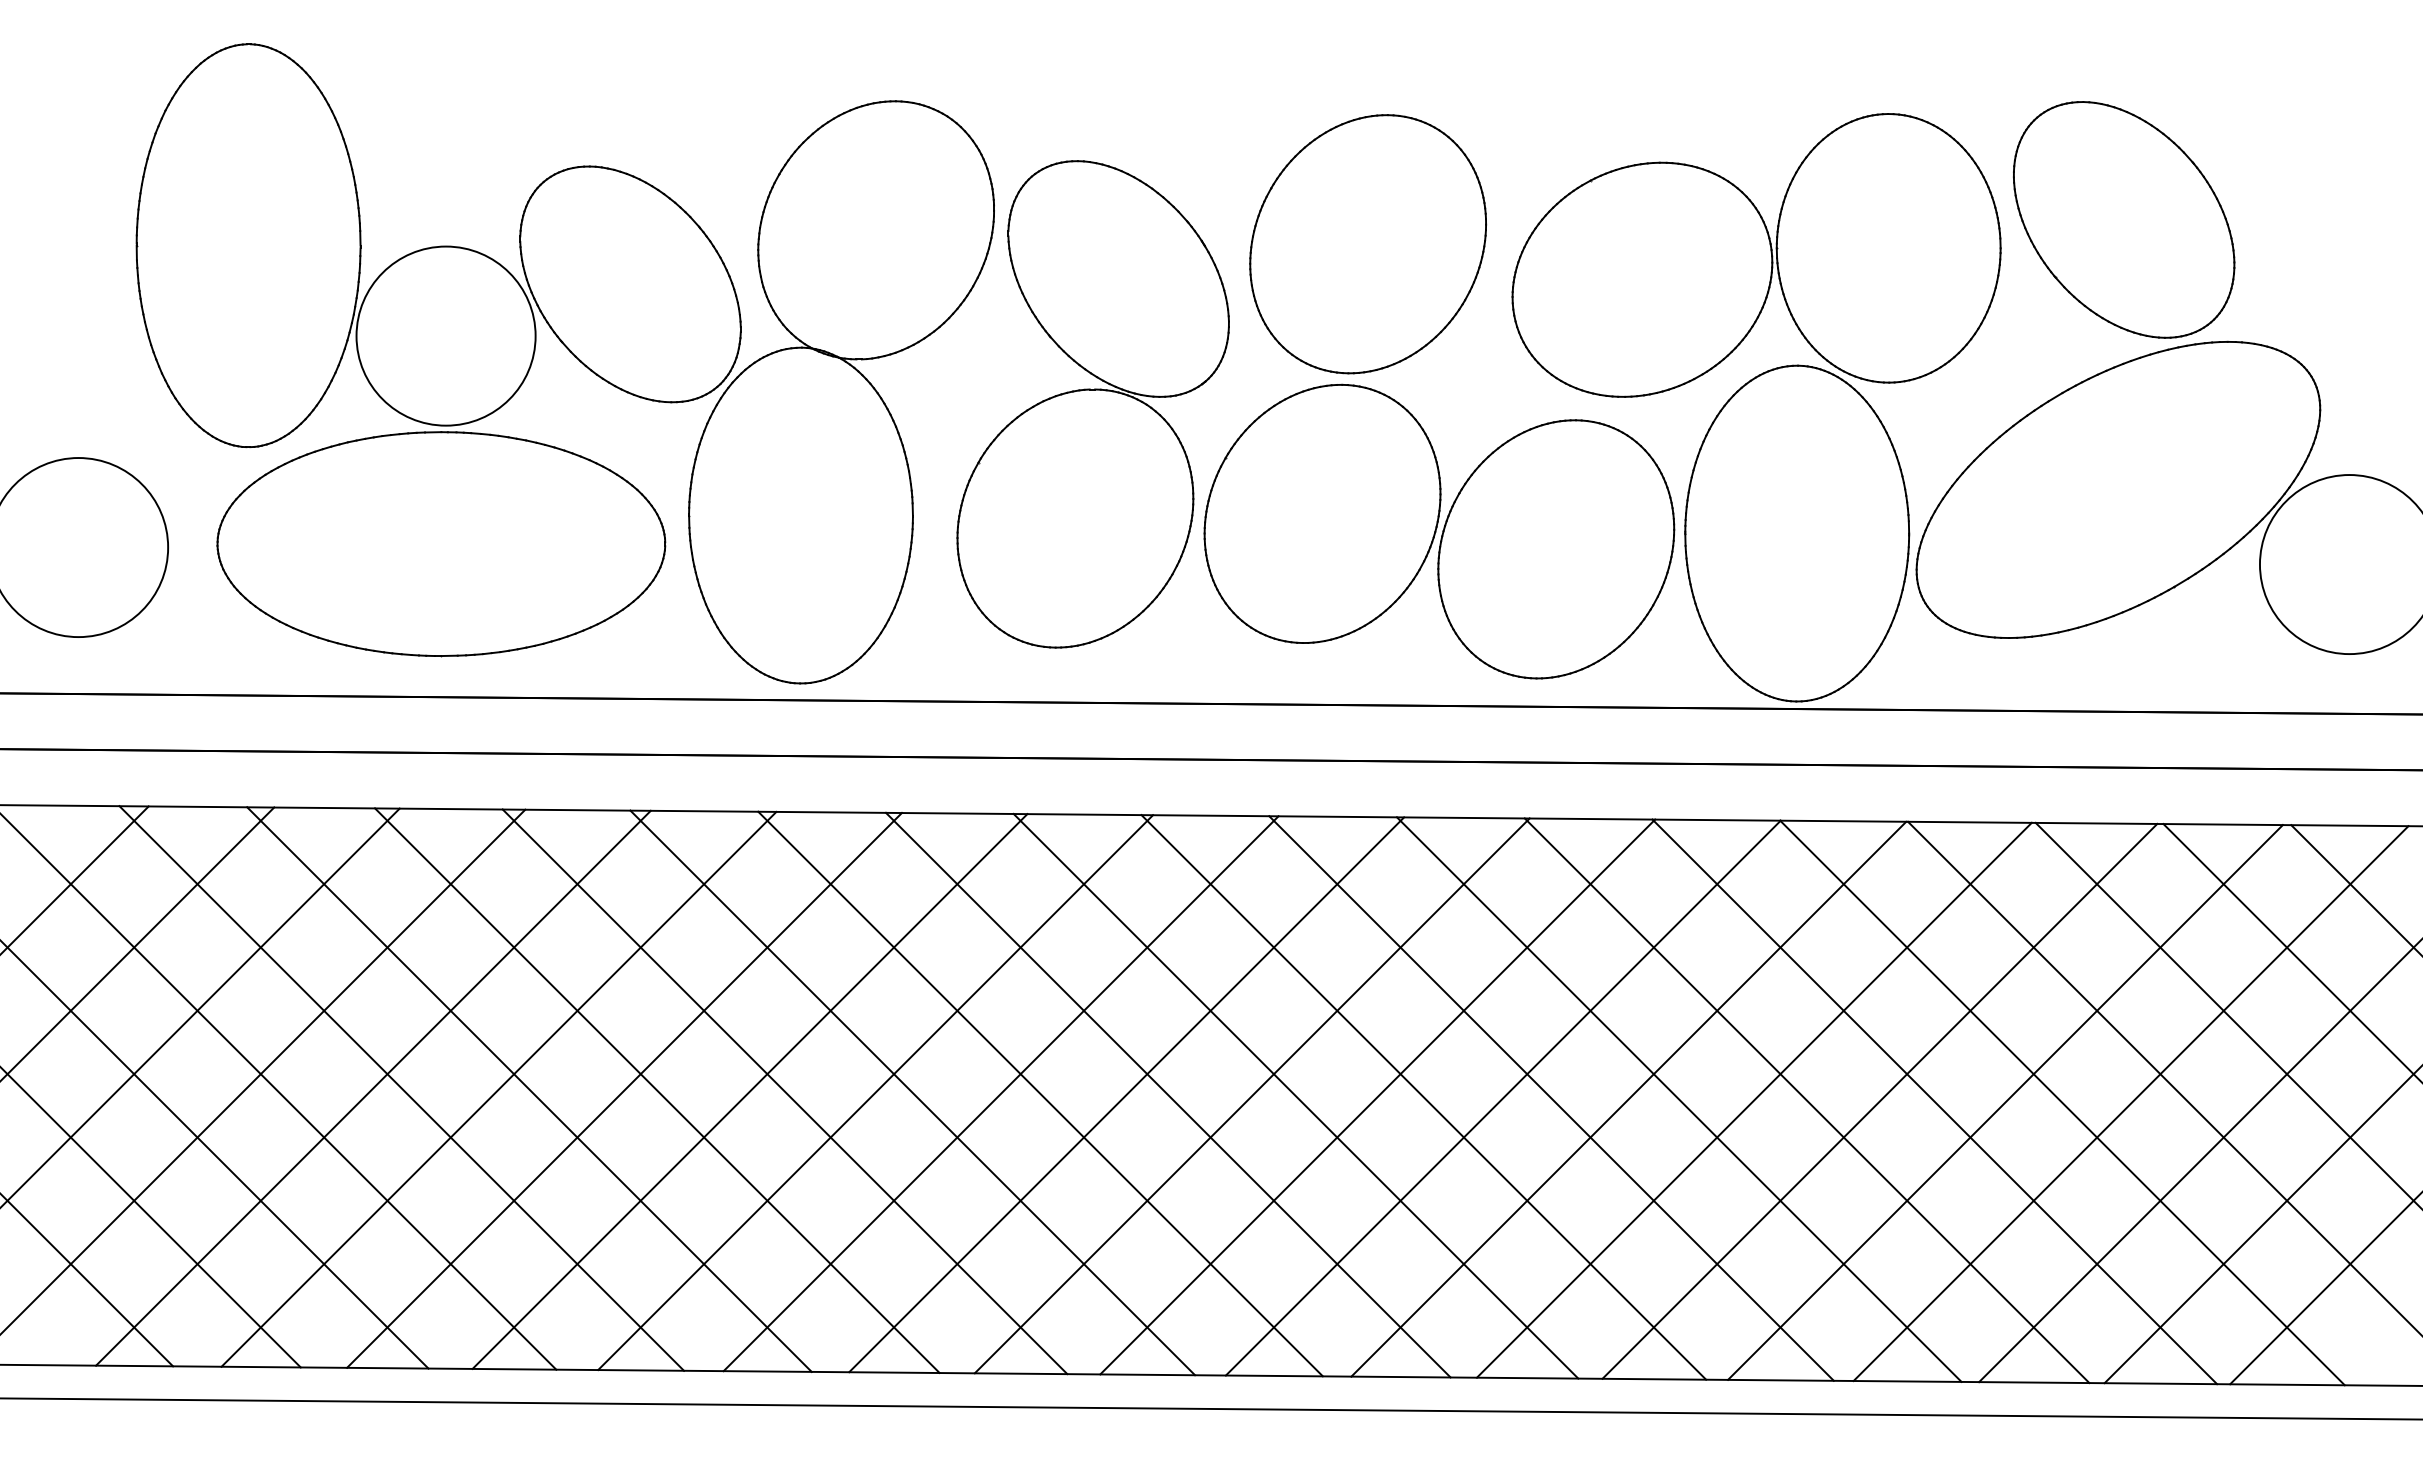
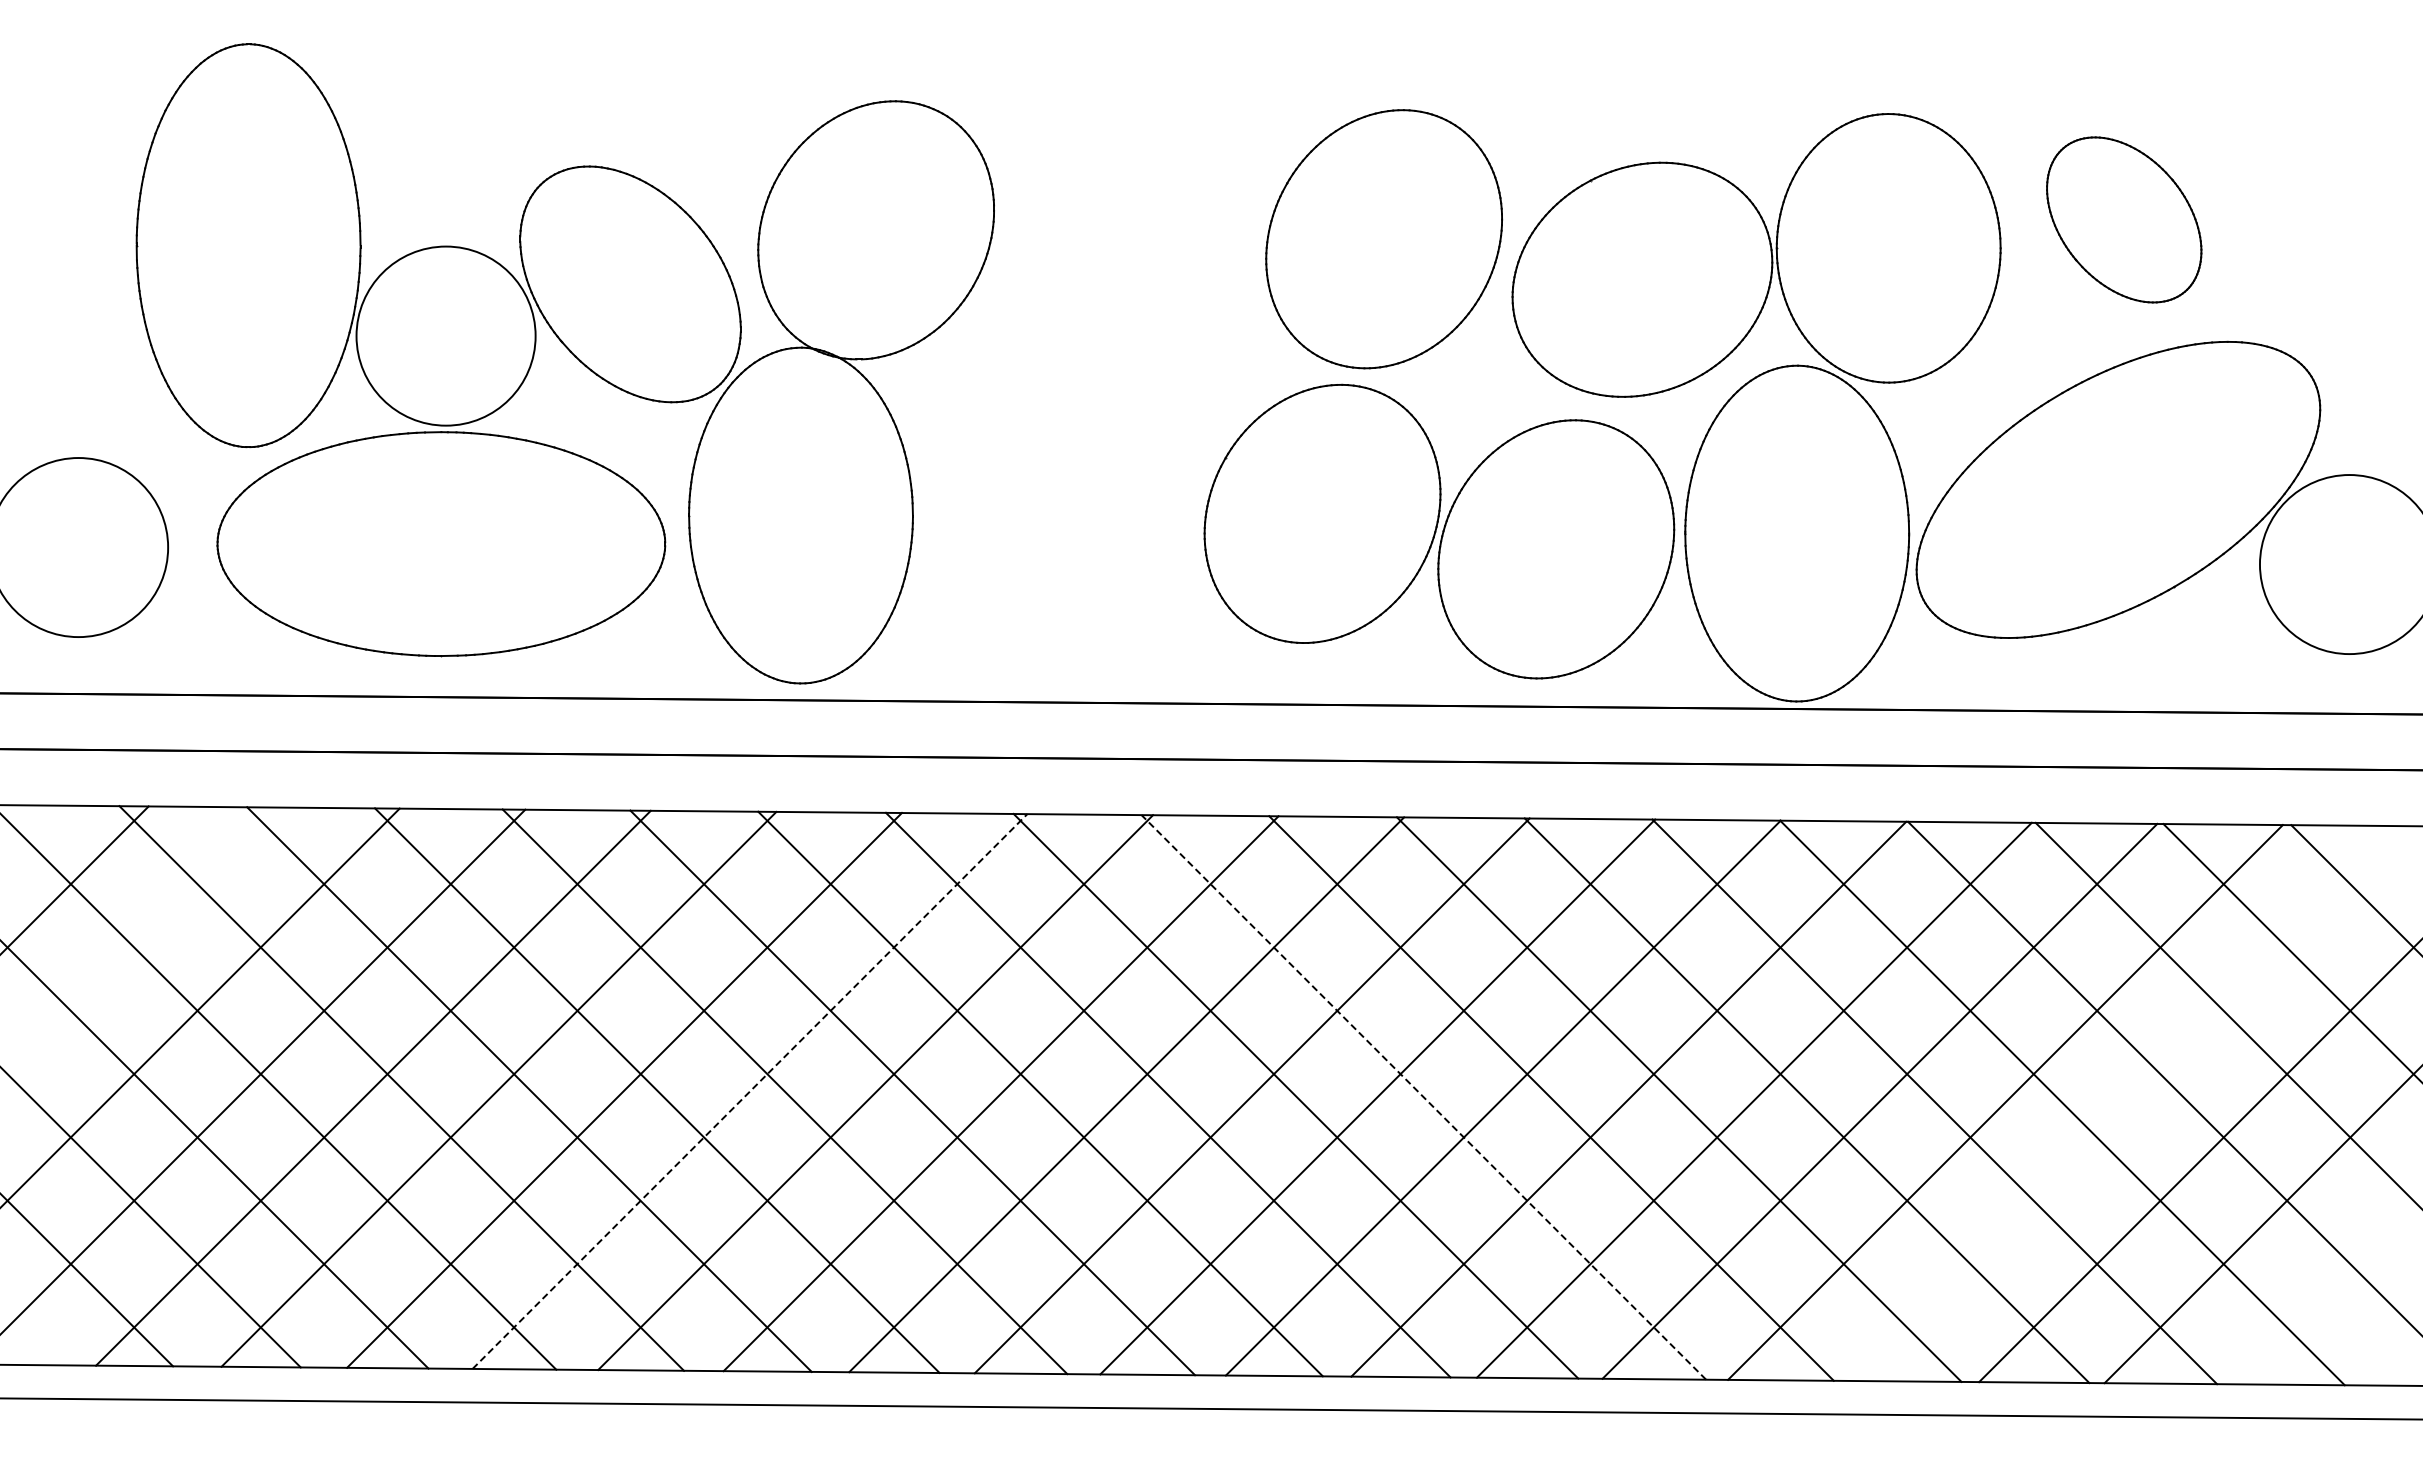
part at (2124, 219) size: 223x238 px -> 157x168 px
part at (1368, 244) position: (1368, 244) -> (1384, 239)
part at (1092, 404): present -> none
line at (138, 943): present -> none
line at (750, 1091): solid -> dashed
line at (1423, 1097): solid -> dashed
line at (2130, 1103): present -> none
line at (2324, 1289): present -> none
